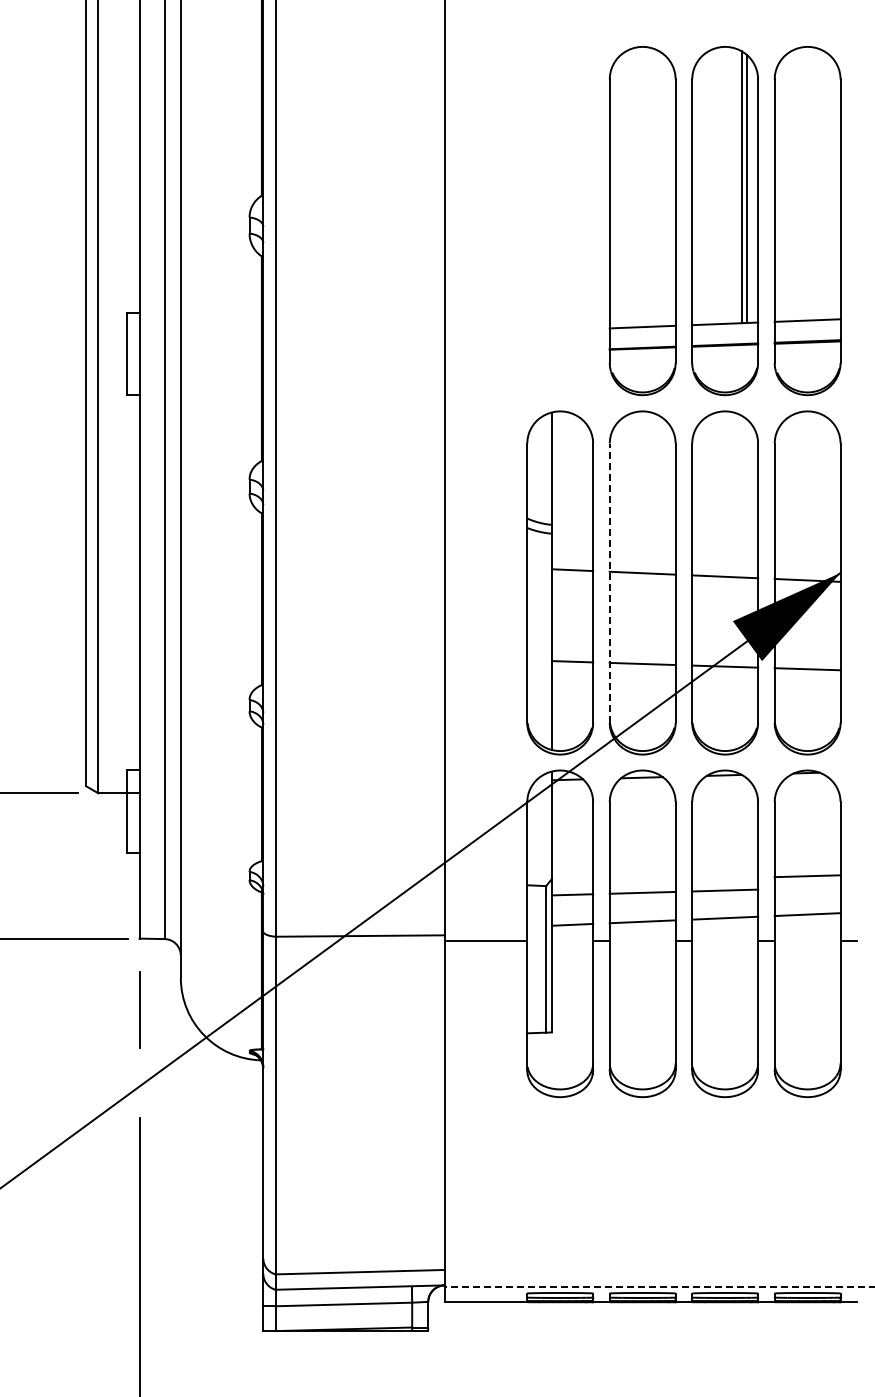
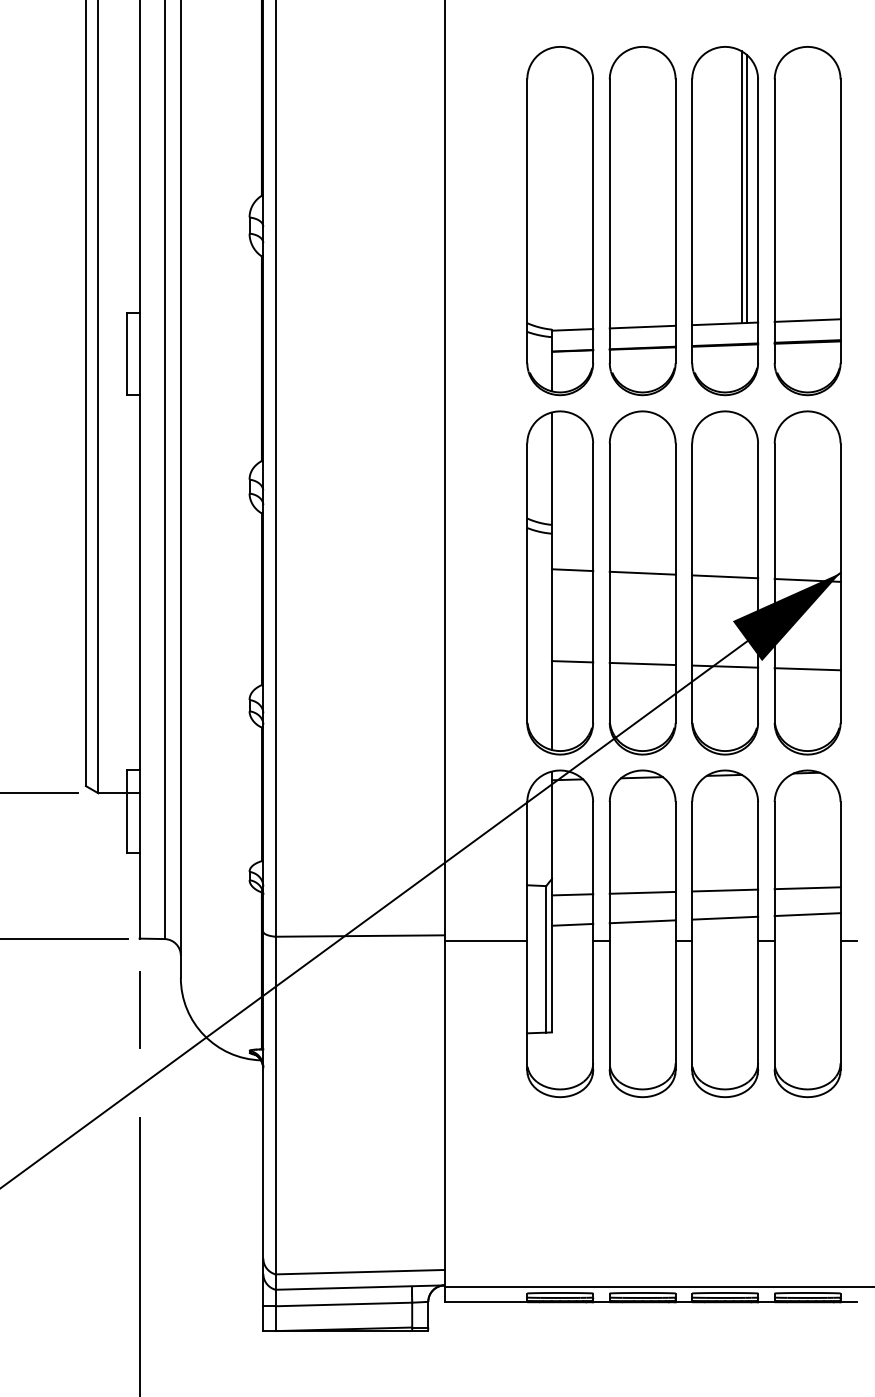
part at (560, 221): none -> present
line at (609, 583): dashed -> solid
line at (807, 876) position: (807, 876) -> (807, 888)
line at (659, 1286): dashed -> solid
